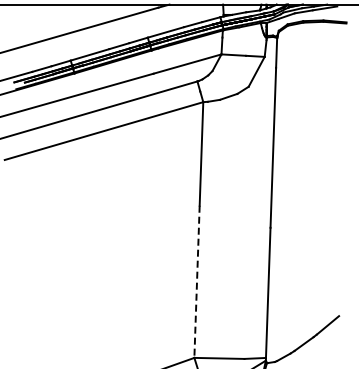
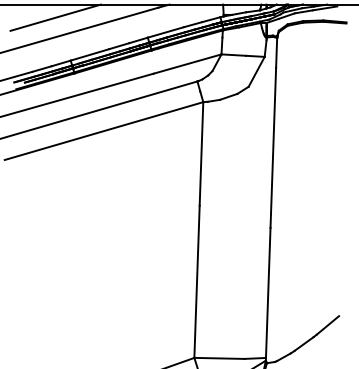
line at (55, 17): none -> present
line at (197, 282): dashed -> solid
